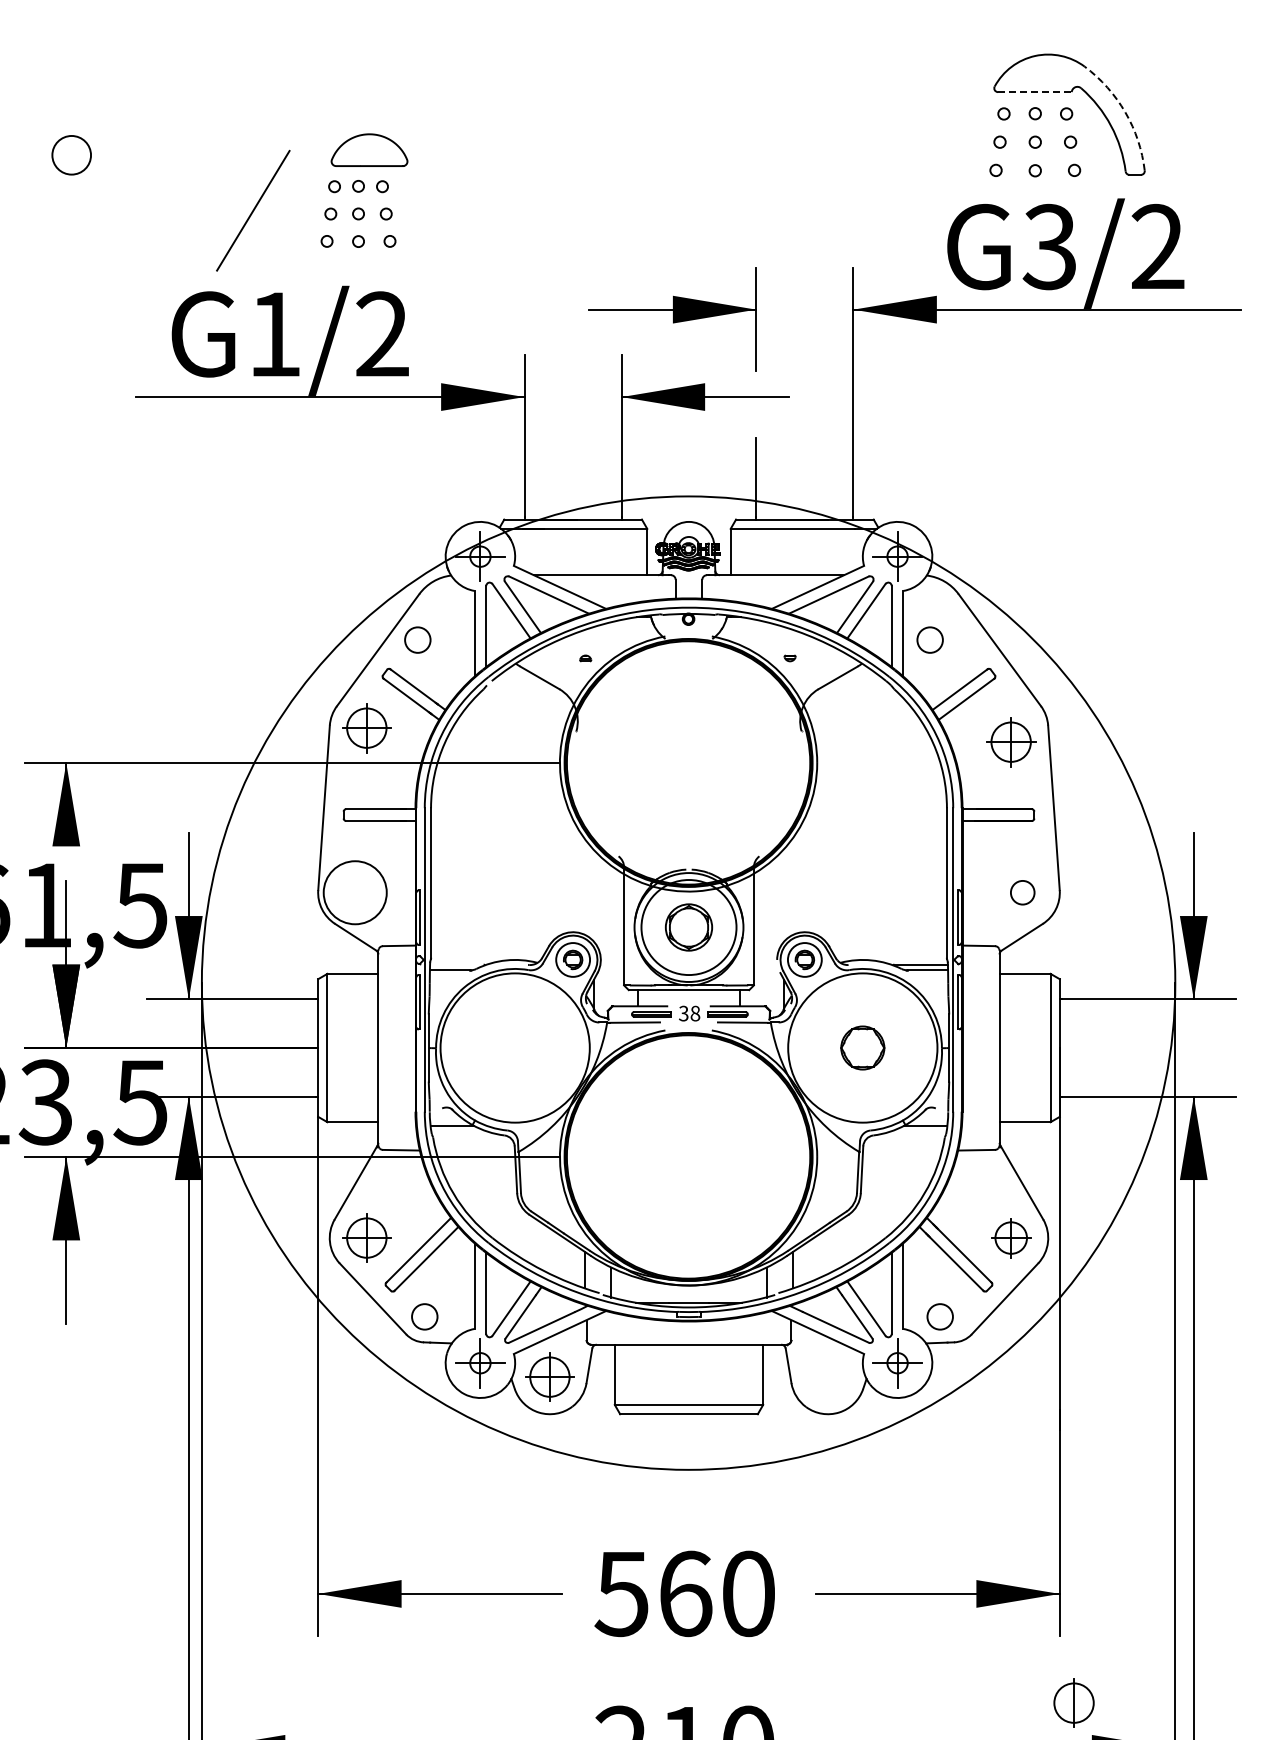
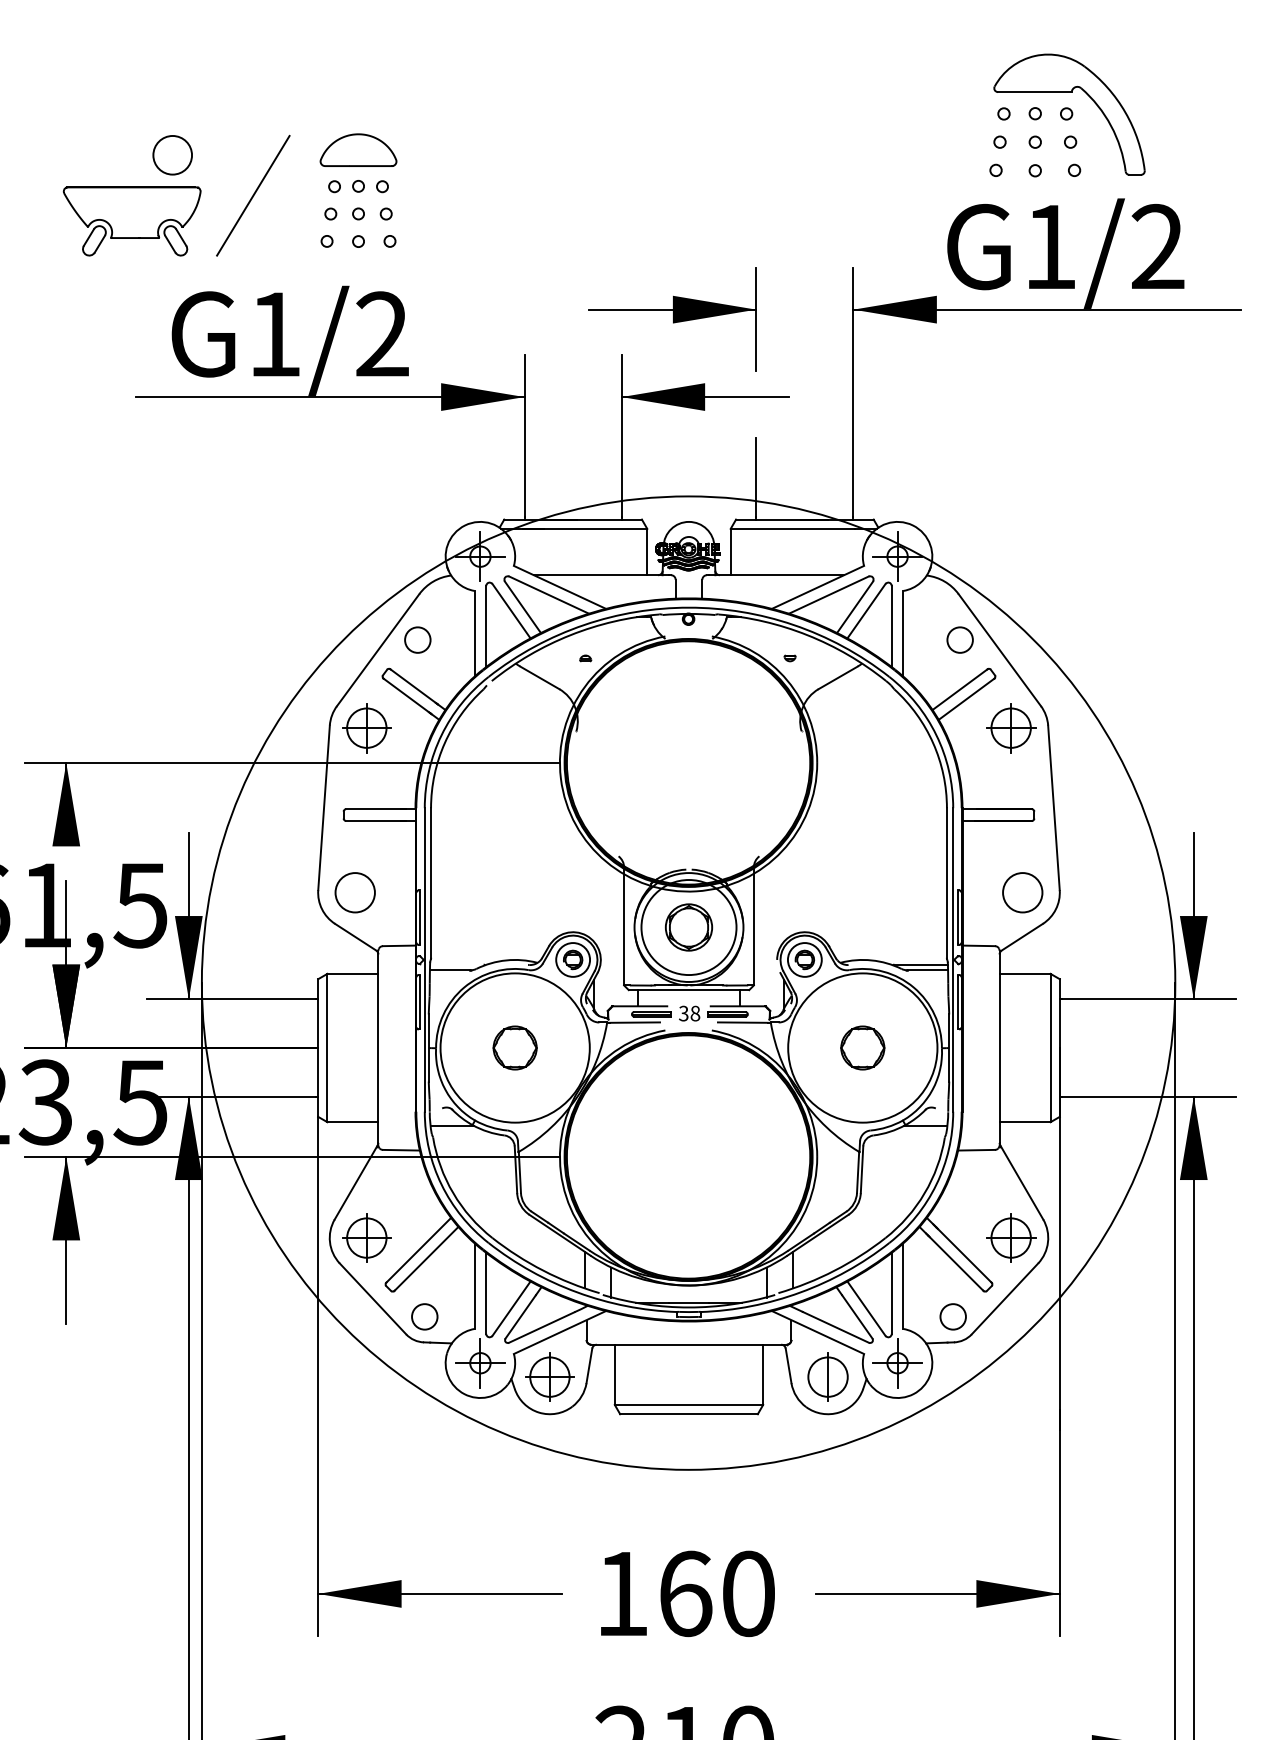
line at (1034, 92): dashed -> solid
arc at (1125, 112): dashed -> solid
part at (369, 149) position: (369, 149) -> (358, 149)
circle at (71, 155) position: (71, 155) -> (172, 155)
line at (253, 210) position: (253, 210) -> (253, 195)
part at (131, 221): none -> present
text at (1048, 246): G3/2 -> G1/2
circle at (929, 639) position: (929, 639) -> (959, 639)
part at (1011, 742) position: (1011, 742) -> (1011, 728)
circle at (354, 892) diameter: 63 px -> 39 px
circle at (1022, 892) diameter: 24 px -> 39 px
part at (514, 1047): none -> present
part at (1011, 1238) size: 41x41 px -> 51x50 px
circle at (939, 1316) position: (939, 1316) -> (952, 1316)
text at (621, 1594): 560 -> 160
part at (1073, 1702) position: (1073, 1702) -> (827, 1376)
